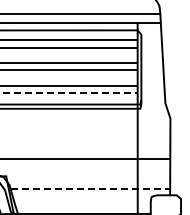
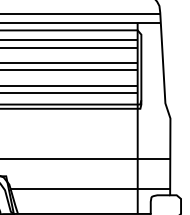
line at (69, 92): dashed -> solid
line at (90, 188): dashed -> solid
